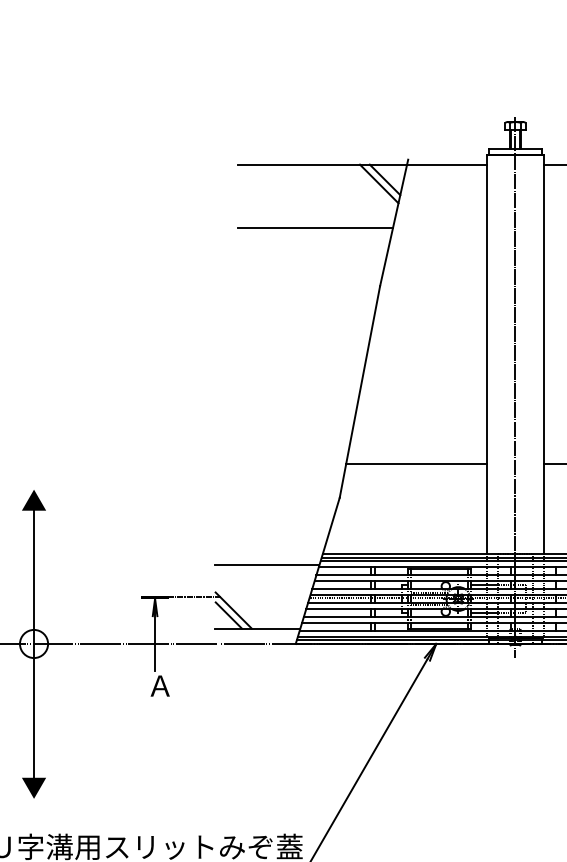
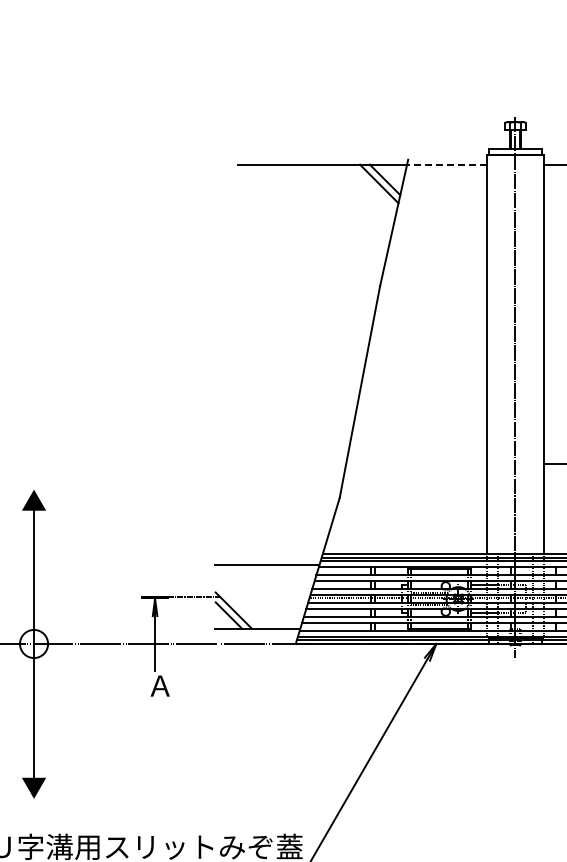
line at (446, 164): solid -> dashed
line at (315, 227): present -> none
line at (416, 463): present -> none
